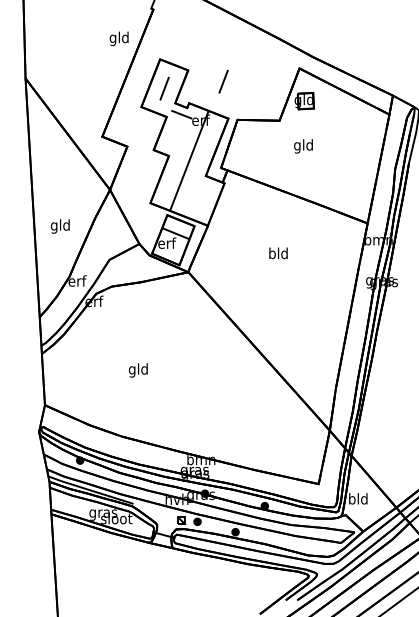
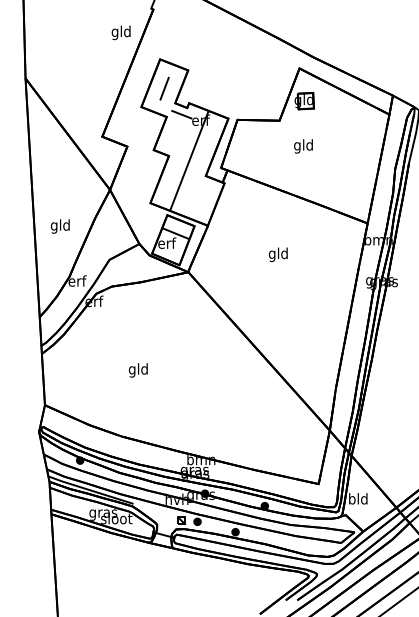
text at (118, 38) position: (118, 38) -> (120, 32)
line at (223, 81): present -> none
text at (271, 254): bld -> gld
